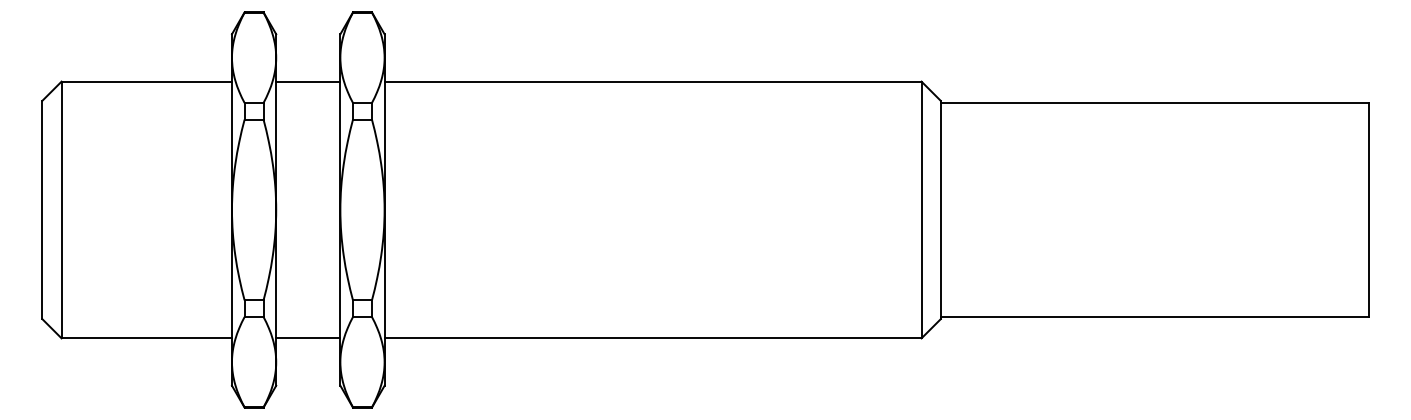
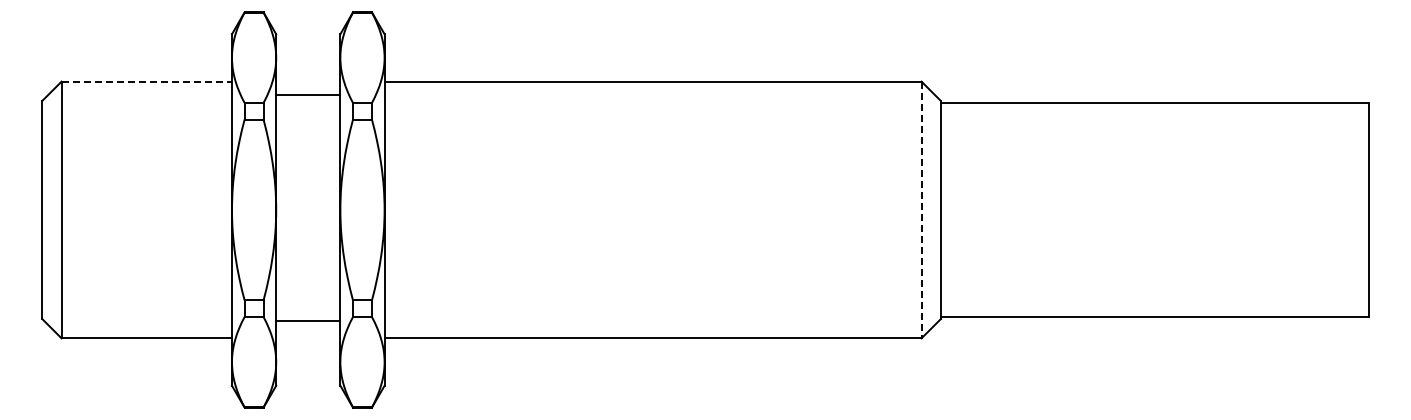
line at (147, 81): solid -> dashed
line at (308, 81) position: (308, 81) -> (308, 94)
line at (921, 210): solid -> dashed
line at (308, 338) position: (308, 338) -> (308, 321)
